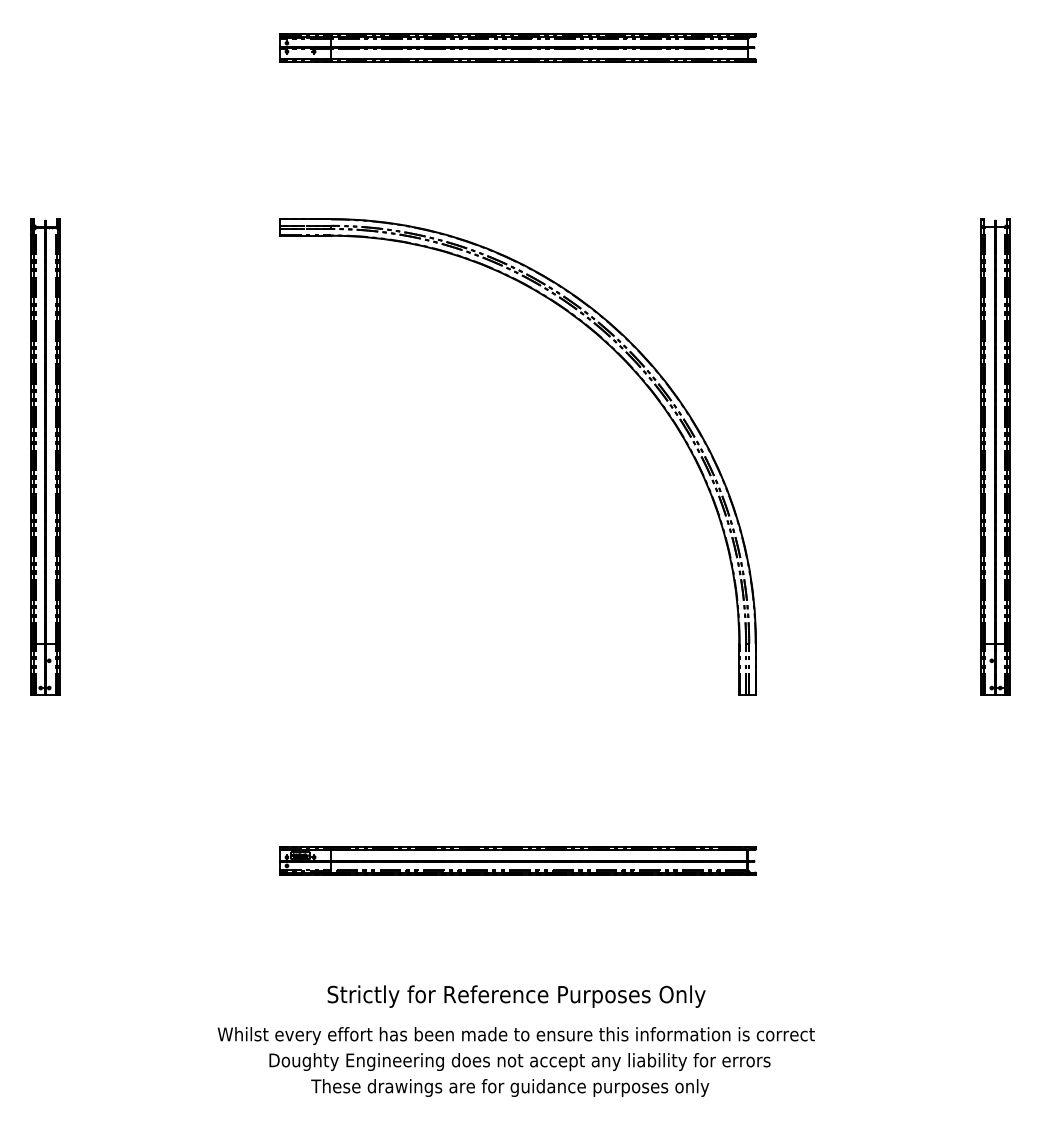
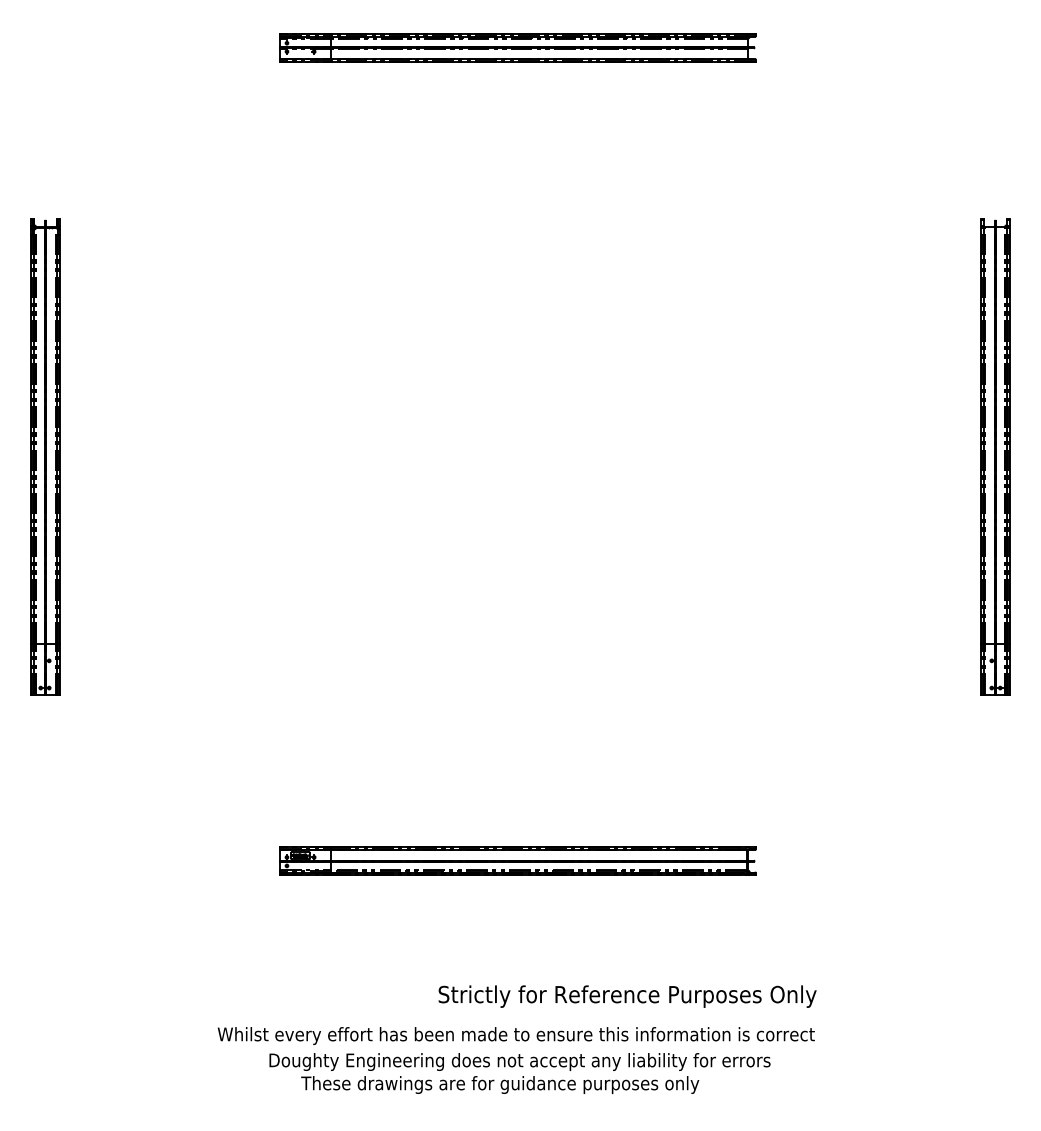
part at (618, 355): present -> none
text at (516, 996) position: (516, 996) -> (627, 996)
text at (510, 1087) position: (510, 1087) -> (500, 1084)
